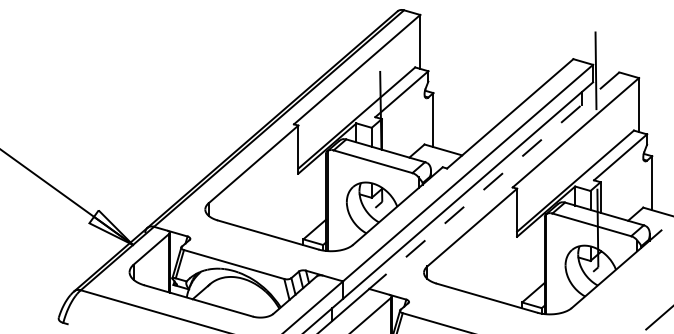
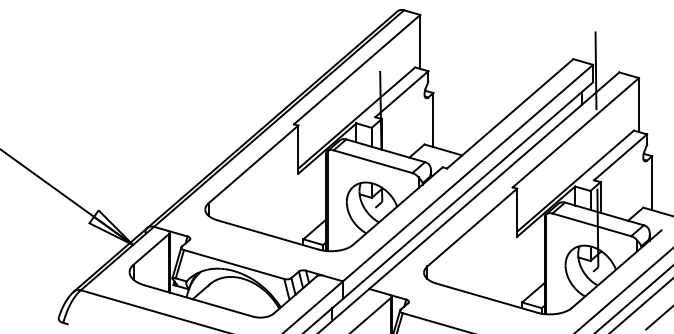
line at (493, 181): dashed -> solid
line at (623, 290): none -> present
line at (634, 298): none -> present
line at (641, 305): none -> present
